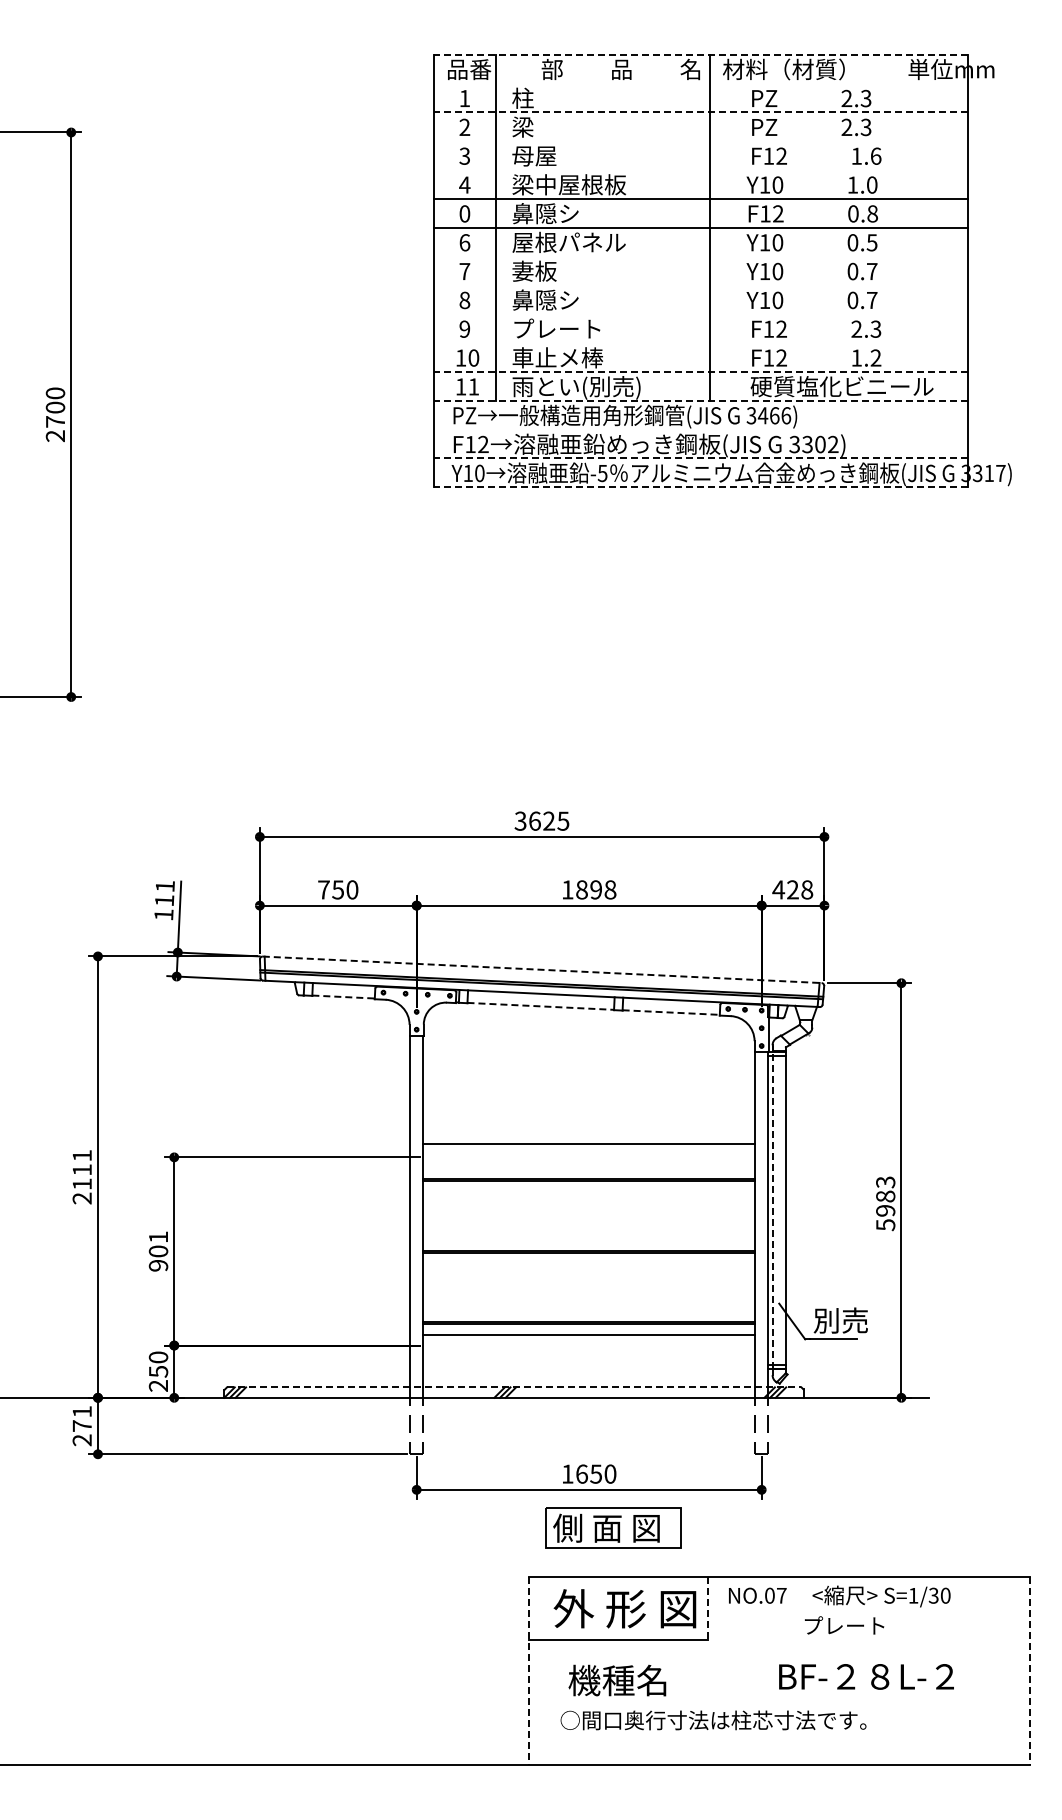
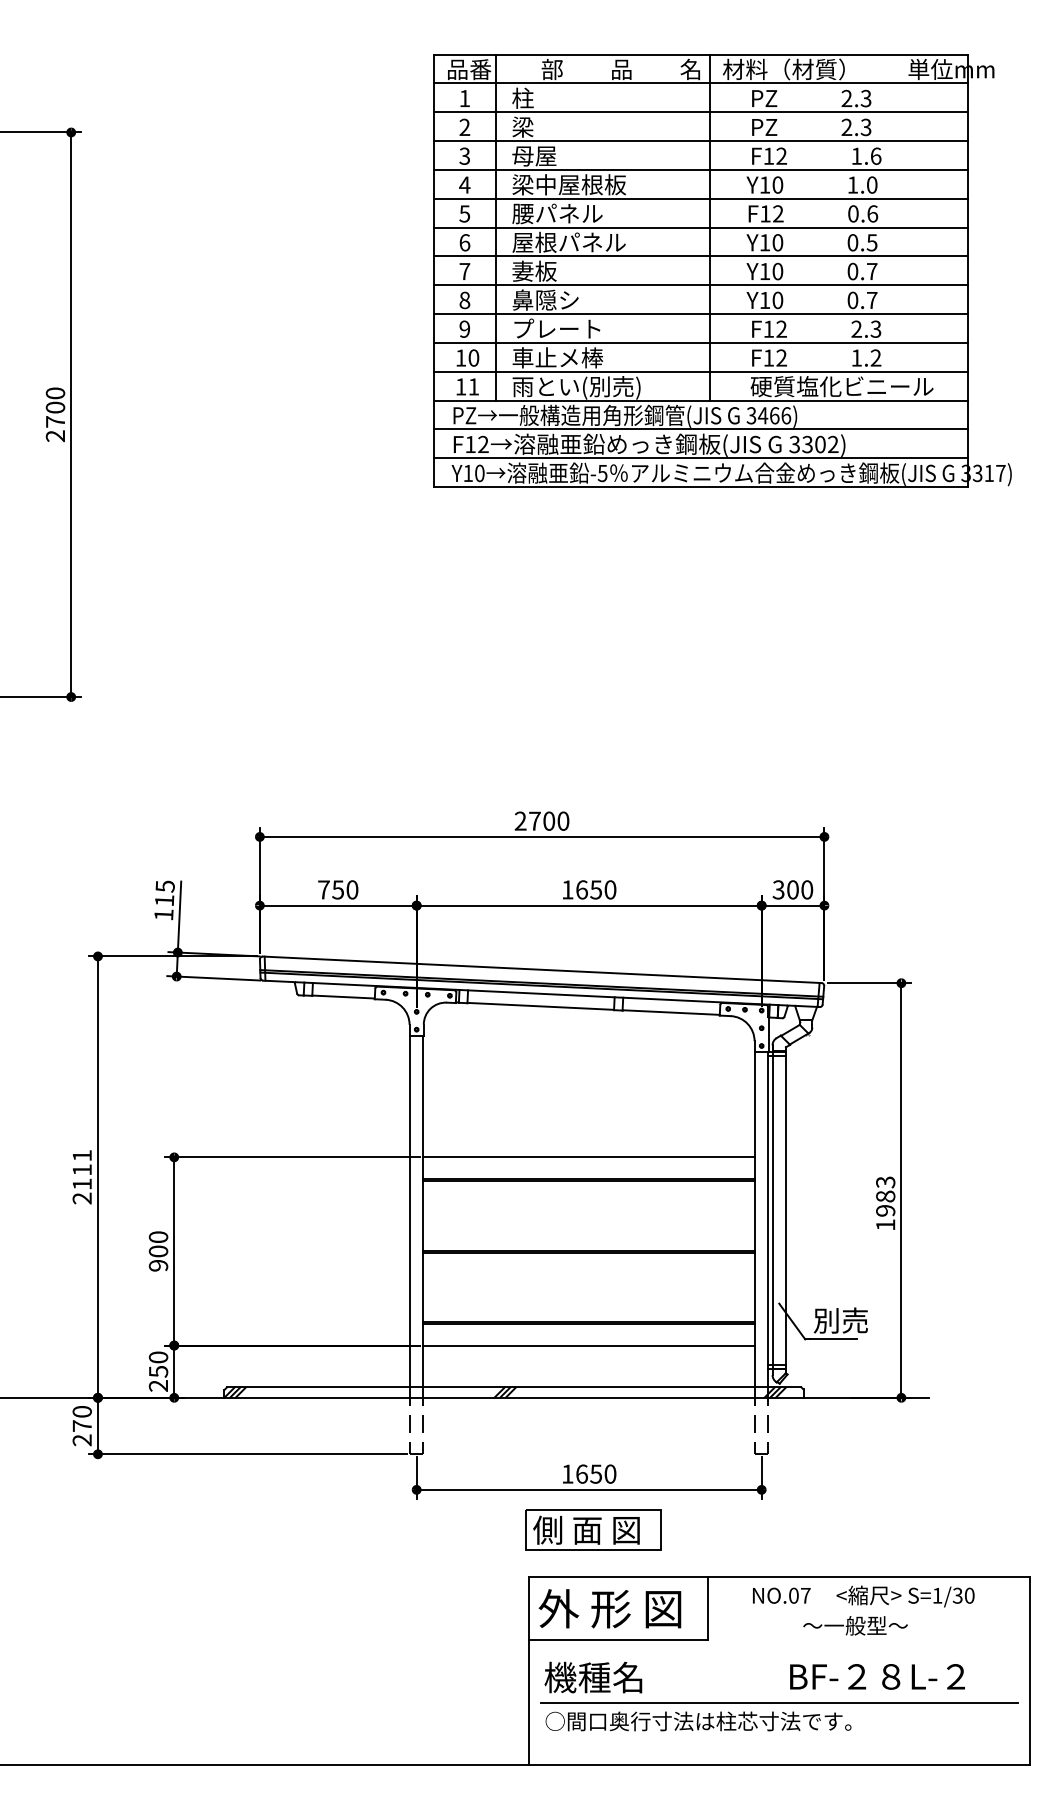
line at (701, 54): dashed -> solid
line at (700, 83): none -> present
line at (701, 112): dashed -> solid
line at (700, 141): none -> present
line at (700, 169): none -> present
text at (464, 213): 0 -> 5
text at (557, 213): 鼻隠シ -> 腰パネル
text at (872, 213): 0.8 -> 0.6
line at (700, 256): none -> present
line at (700, 285): none -> present
line at (700, 314): none -> present
line at (700, 342): none -> present
line at (701, 371): dashed -> solid
line at (701, 400): dashed -> solid
line at (700, 429): none -> present
line at (701, 458): dashed -> solid
line at (701, 487): dashed -> solid
text at (541, 820): 3625 -> 2700
text at (164, 886): 111 -> 115
text at (596, 889): 1898 -> 1650
text at (792, 889): 428 -> 300
line at (542, 969): dashed -> solid
line at (344, 997): dashed -> solid
line at (541, 1006): dashed -> solid
line at (671, 1012): dashed -> solid
line at (588, 1144) position: (588, 1144) -> (588, 1157)
line at (772, 1209): dashed -> solid
text at (885, 1225): 5983 -> 1983
text at (158, 1236): 901 -> 900
line at (588, 1334) position: (588, 1334) -> (588, 1345)
line at (514, 1387): dashed -> solid
text at (81, 1411): 271 -> 270
part at (613, 1527) position: (613, 1527) -> (593, 1529)
text at (839, 1596) position: (839, 1596) -> (863, 1596)
text at (624, 1608) position: (624, 1608) -> (609, 1608)
line at (707, 1609): dashed -> solid
text at (855, 1625): プレート -> ～一般型～
line at (528, 1671): dashed -> solid
line at (1030, 1671): dashed -> solid
text at (866, 1676) position: (866, 1676) -> (877, 1676)
text at (617, 1680) position: (617, 1680) -> (593, 1677)
line at (779, 1702): none -> present
text at (713, 1720) position: (713, 1720) -> (698, 1721)
